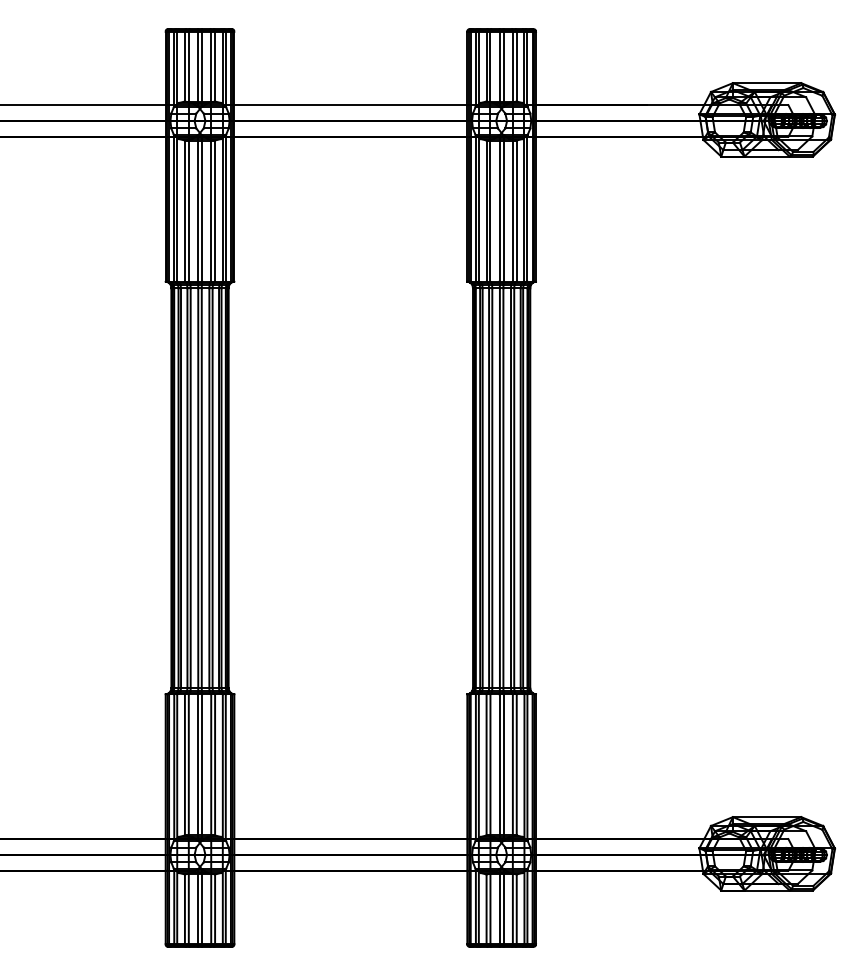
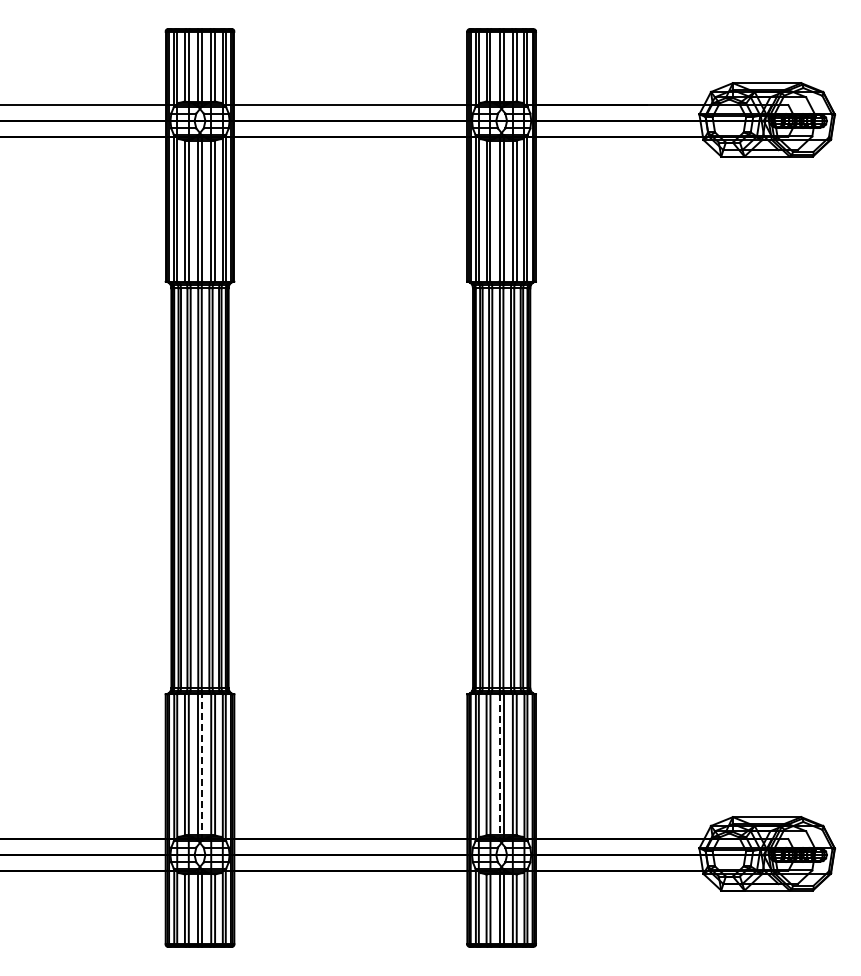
line at (202, 767): solid -> dashed
line at (499, 768): solid -> dashed
